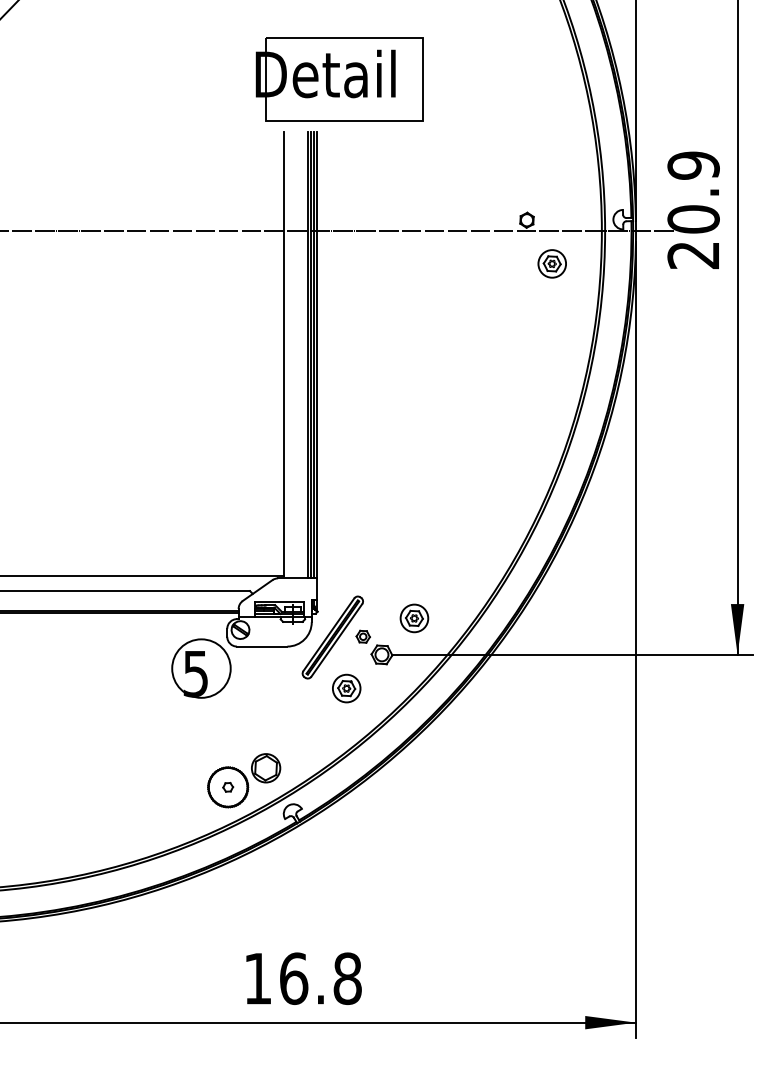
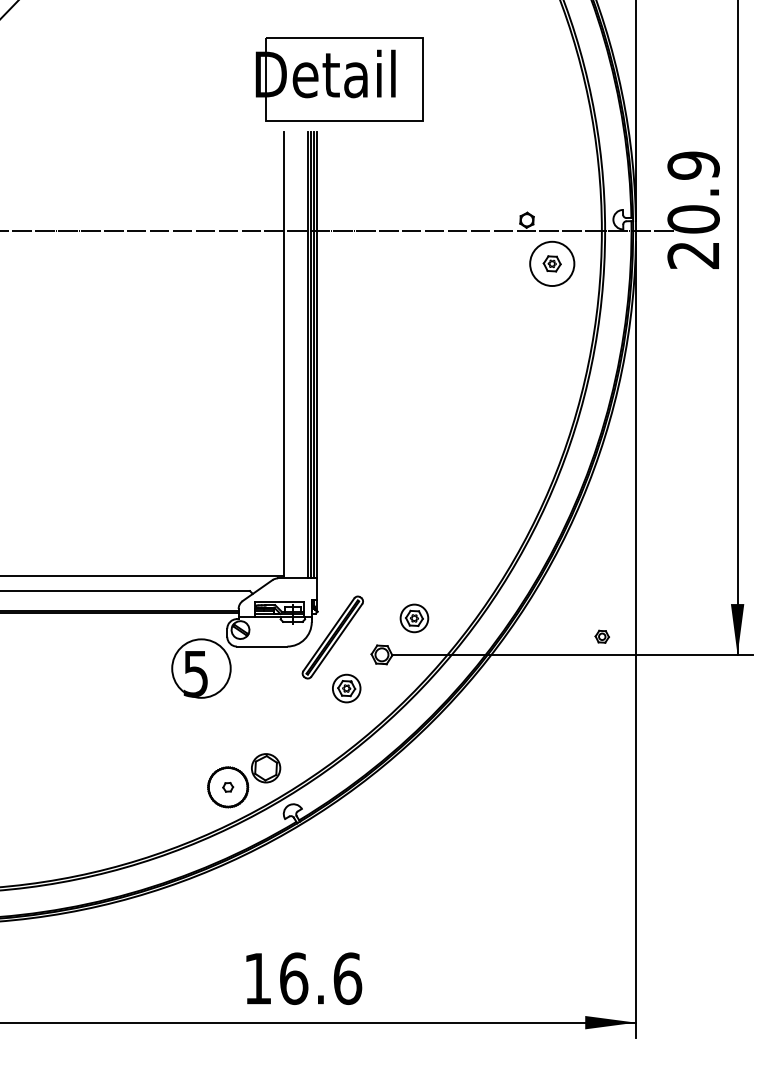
circle at (552, 263) diameter: 28 px -> 44 px
part at (362, 636) position: (362, 636) -> (601, 636)
text at (347, 978): 16.8 -> 16.6
